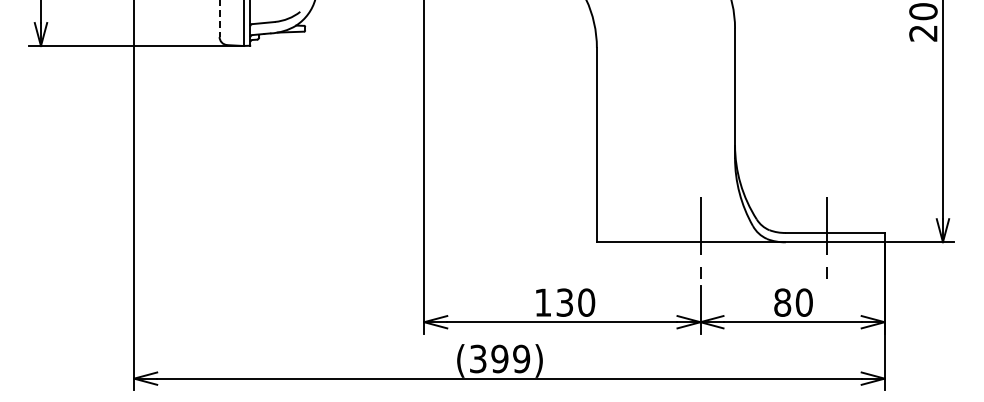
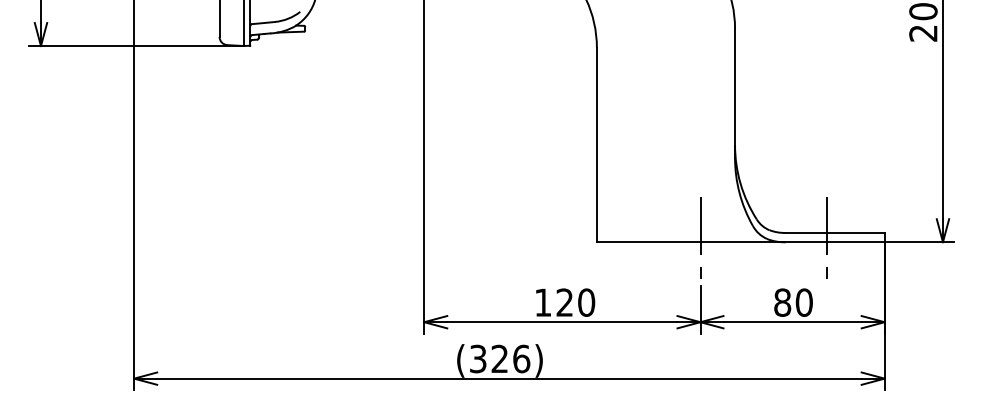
line at (219, 19): dashed -> solid
text at (564, 302): 130 -> 120
text at (510, 358): (399) -> (326)
